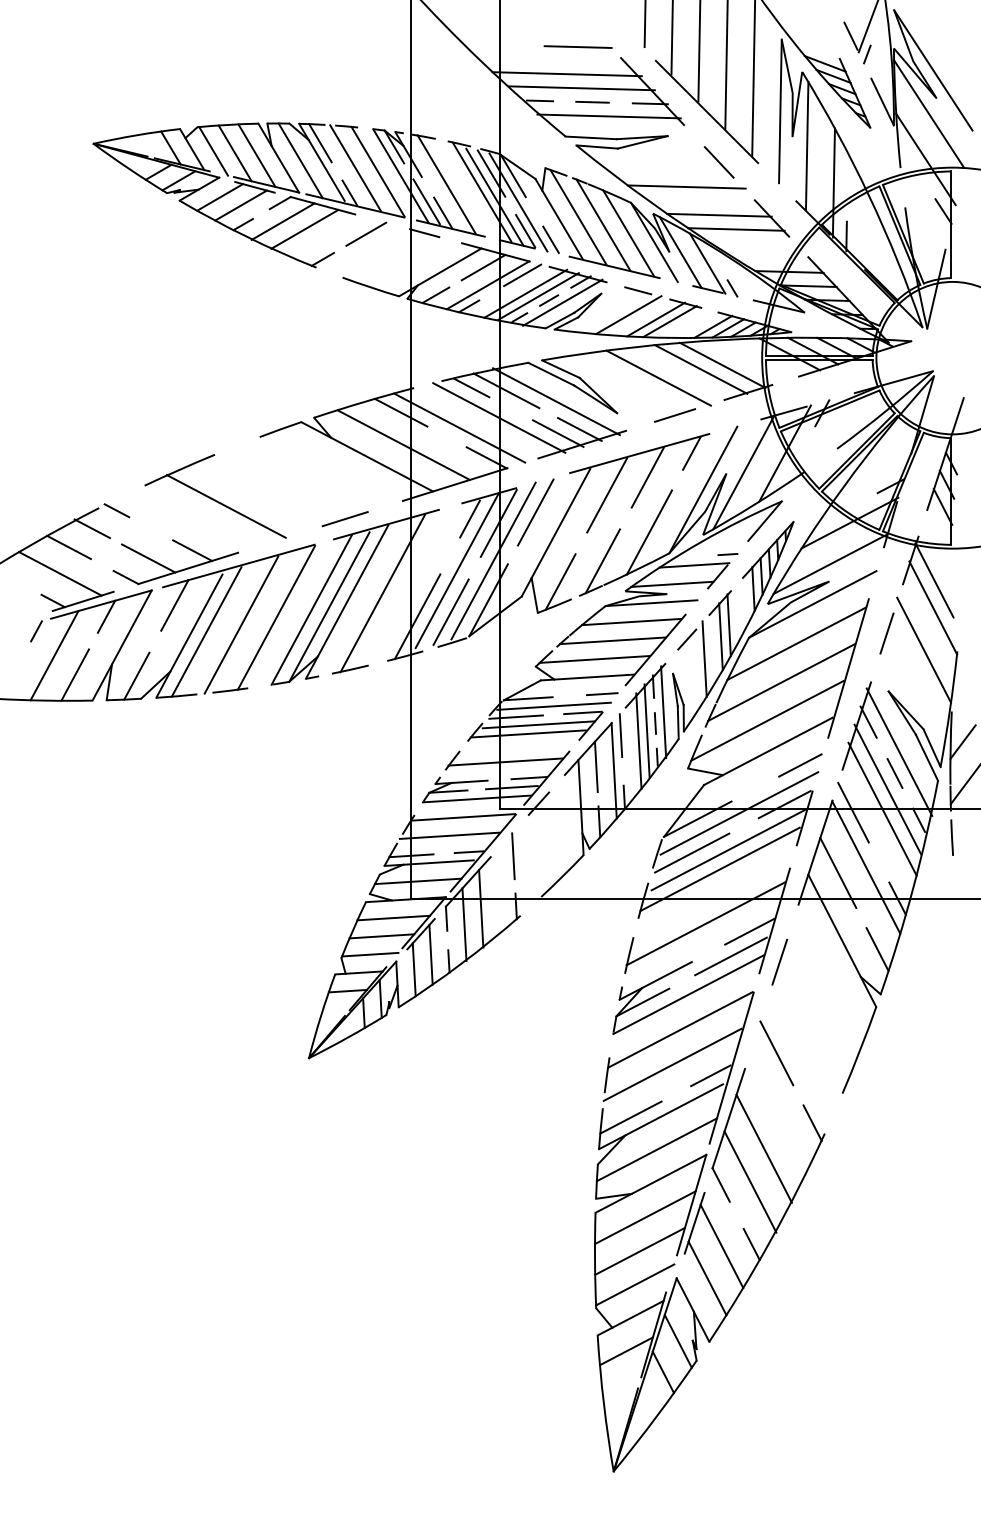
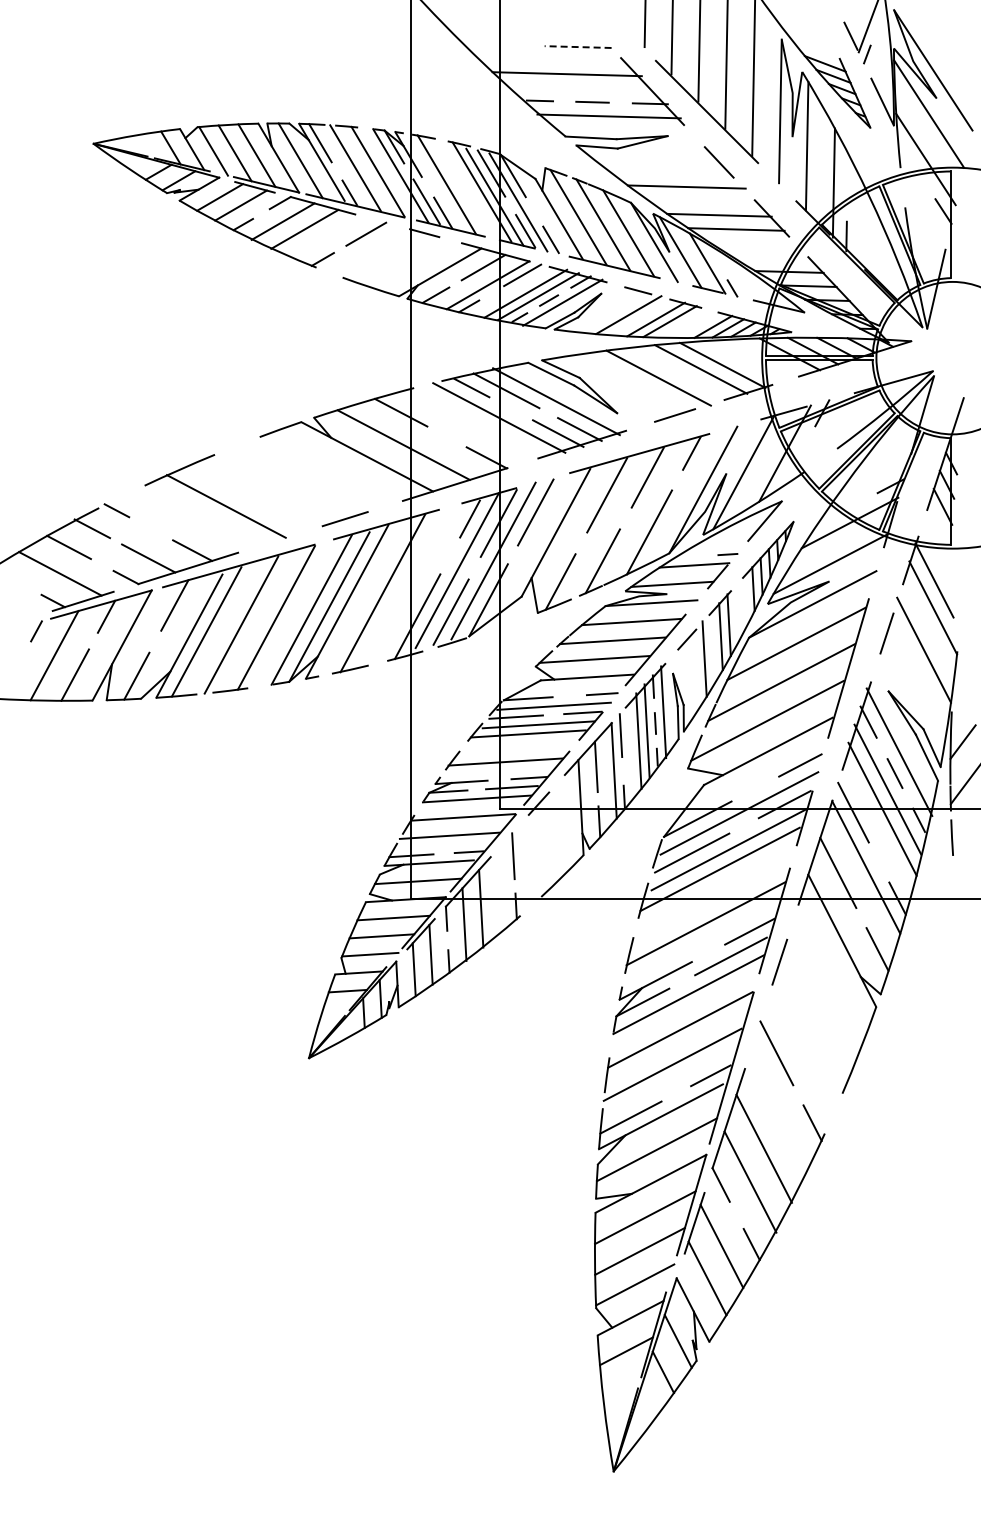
line at (577, 47): solid -> dashed
line at (581, 88): present -> none
line at (459, 427): present -> none
